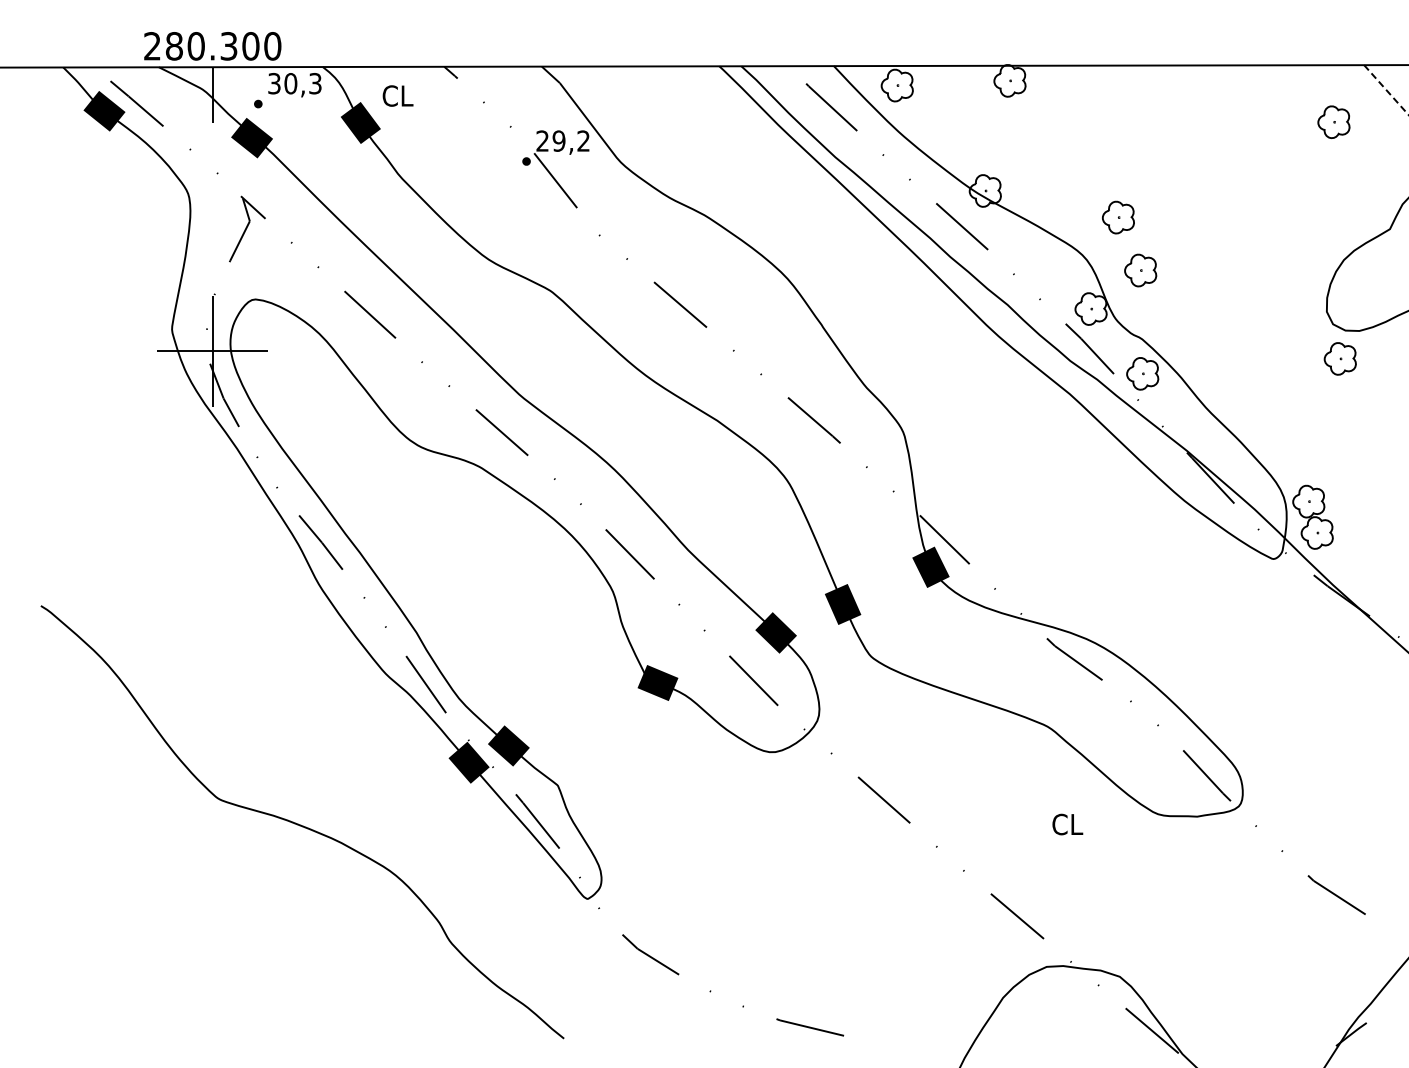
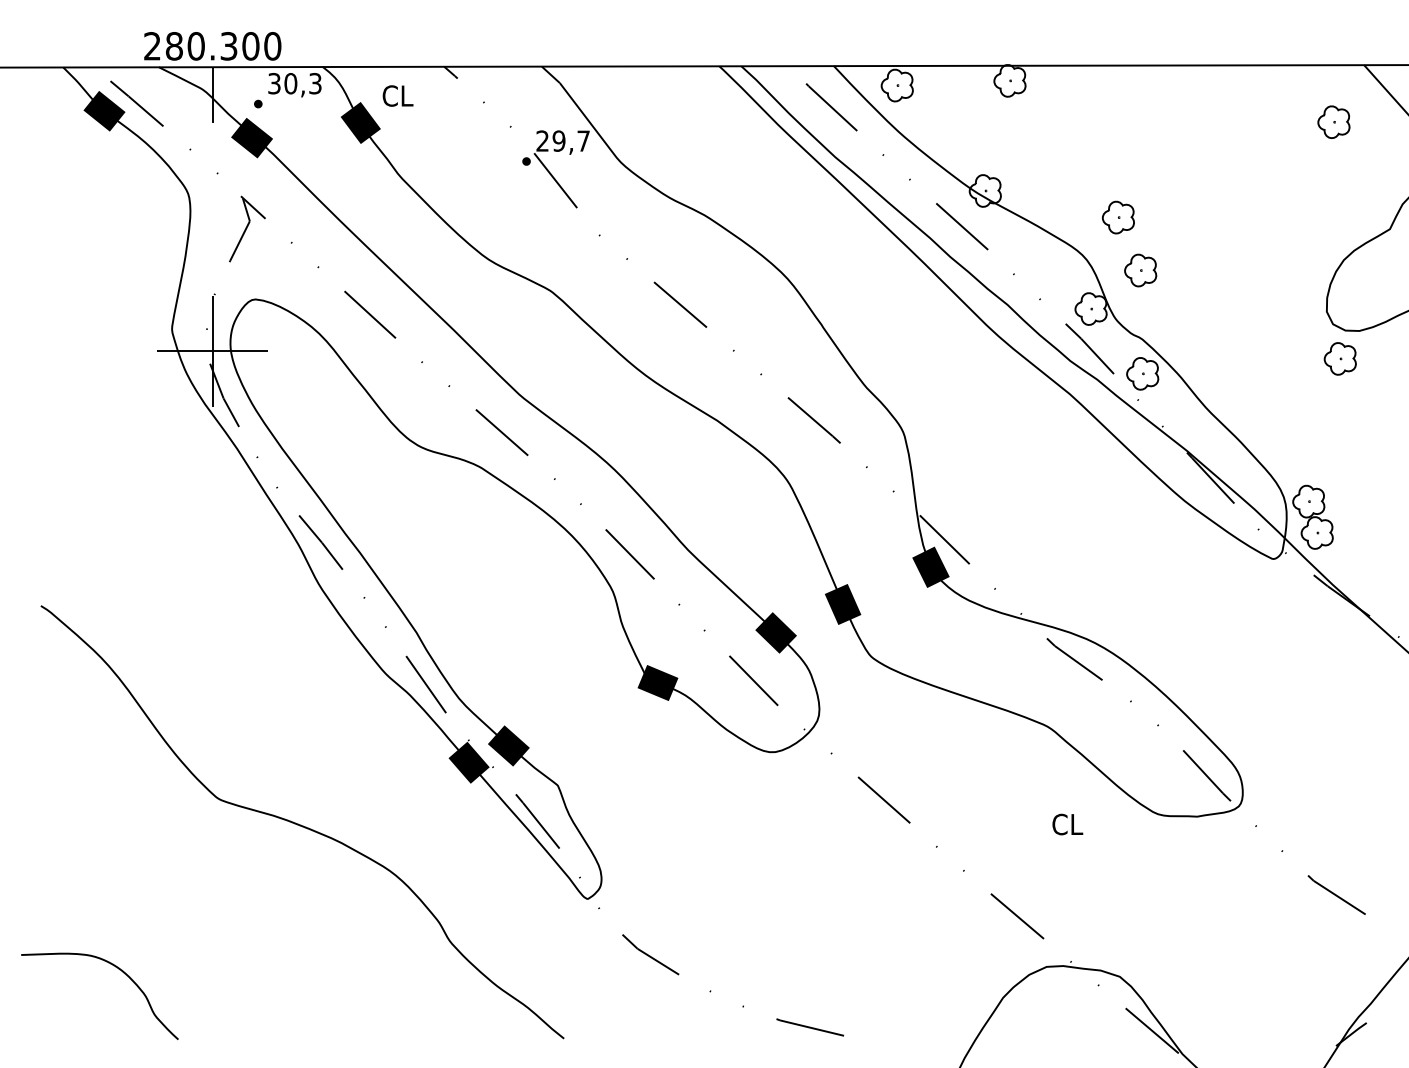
line at (1386, 90): dashed -> solid
text at (583, 140): 29,2 -> 29,7
curve at (119, 970): none -> present
